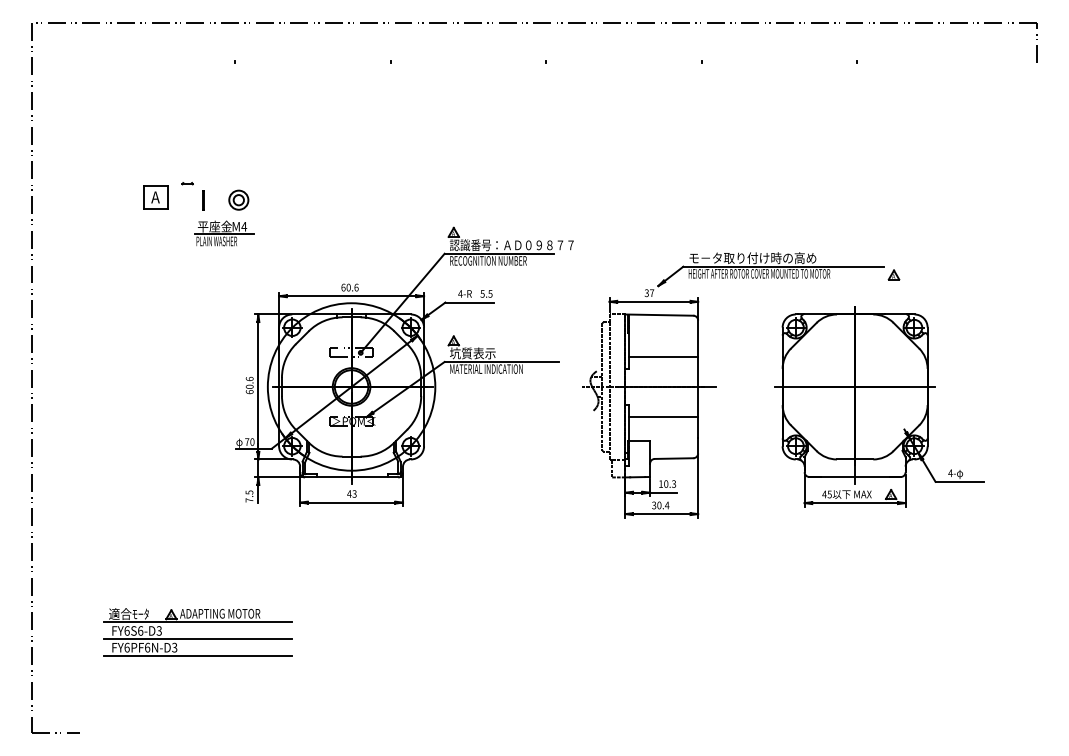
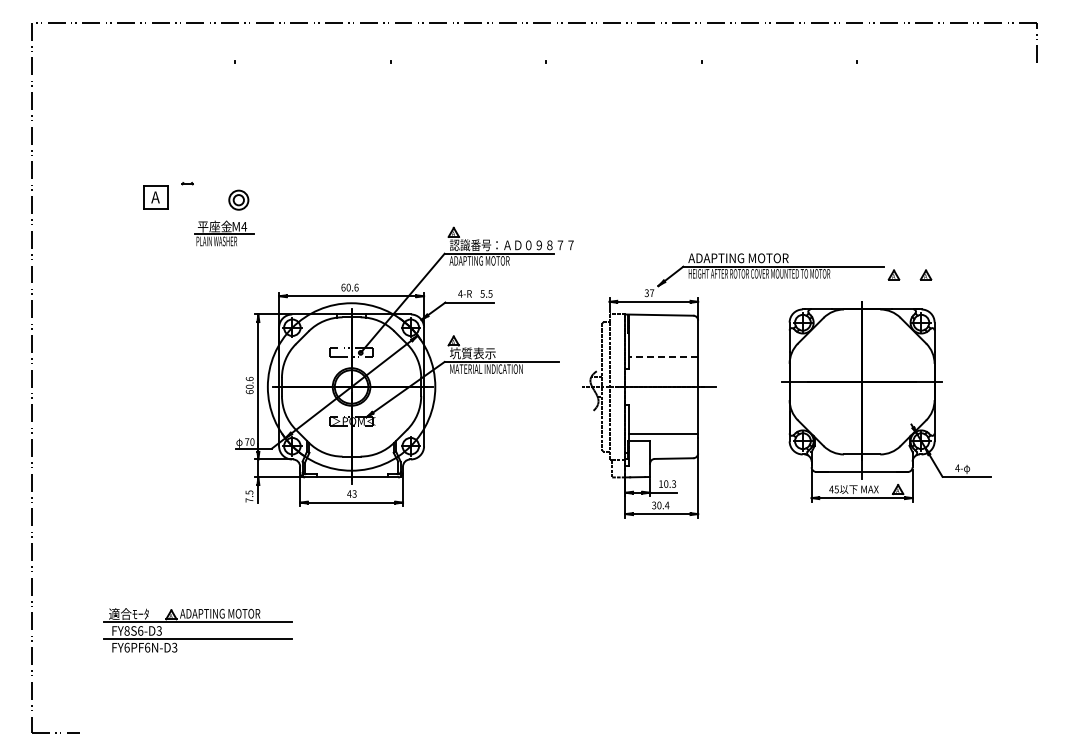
line at (203, 200): present -> none
text at (752, 258): モ－タ取り付け時の高め -> ADAPTING MOTOR
text at (487, 260): RECOGNITION NUMBER -> ADAPTING MOTOR
part at (925, 274): none -> present
line at (663, 356): solid -> dashed
part at (879, 406) position: (879, 406) -> (886, 401)
line at (663, 417) position: (663, 417) -> (663, 434)
text at (126, 630): FY6S6-D3 -> FY8S6-D3
line at (197, 655): present -> none
